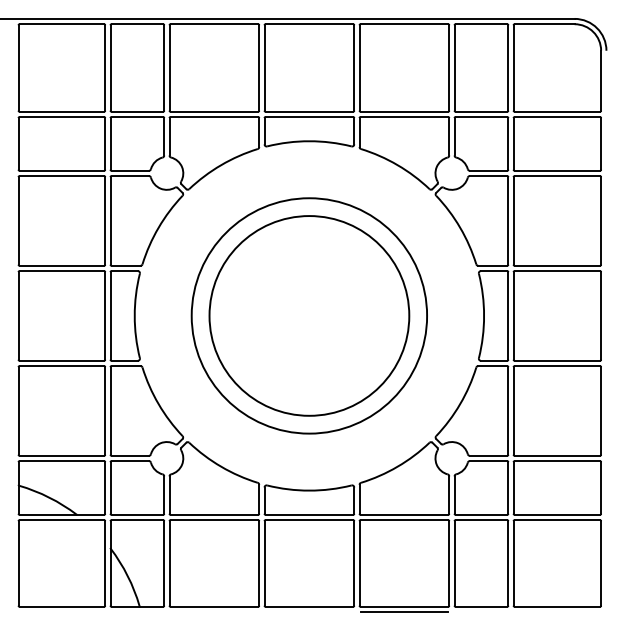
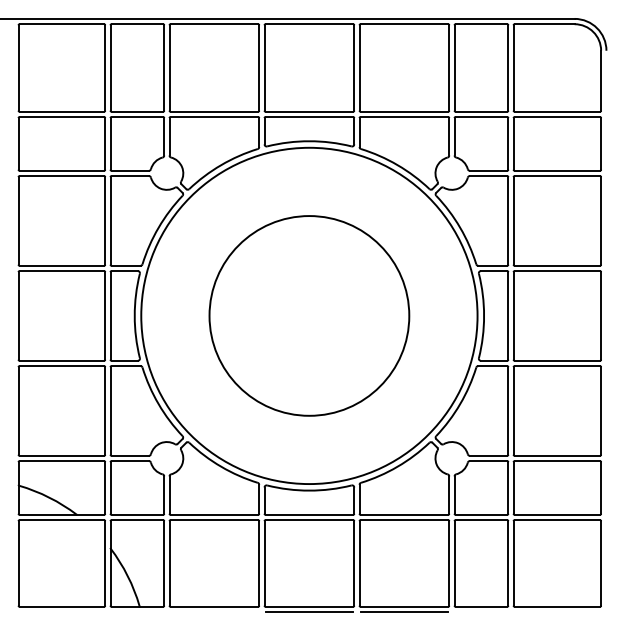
circle at (309, 315) diameter: 235 px -> 336 px
line at (309, 612): none -> present
